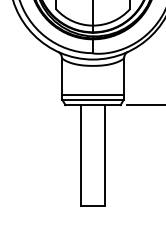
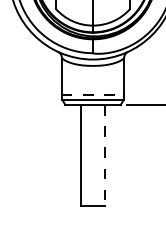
line at (93, 94): solid -> dashed
line at (105, 155): solid -> dashed
